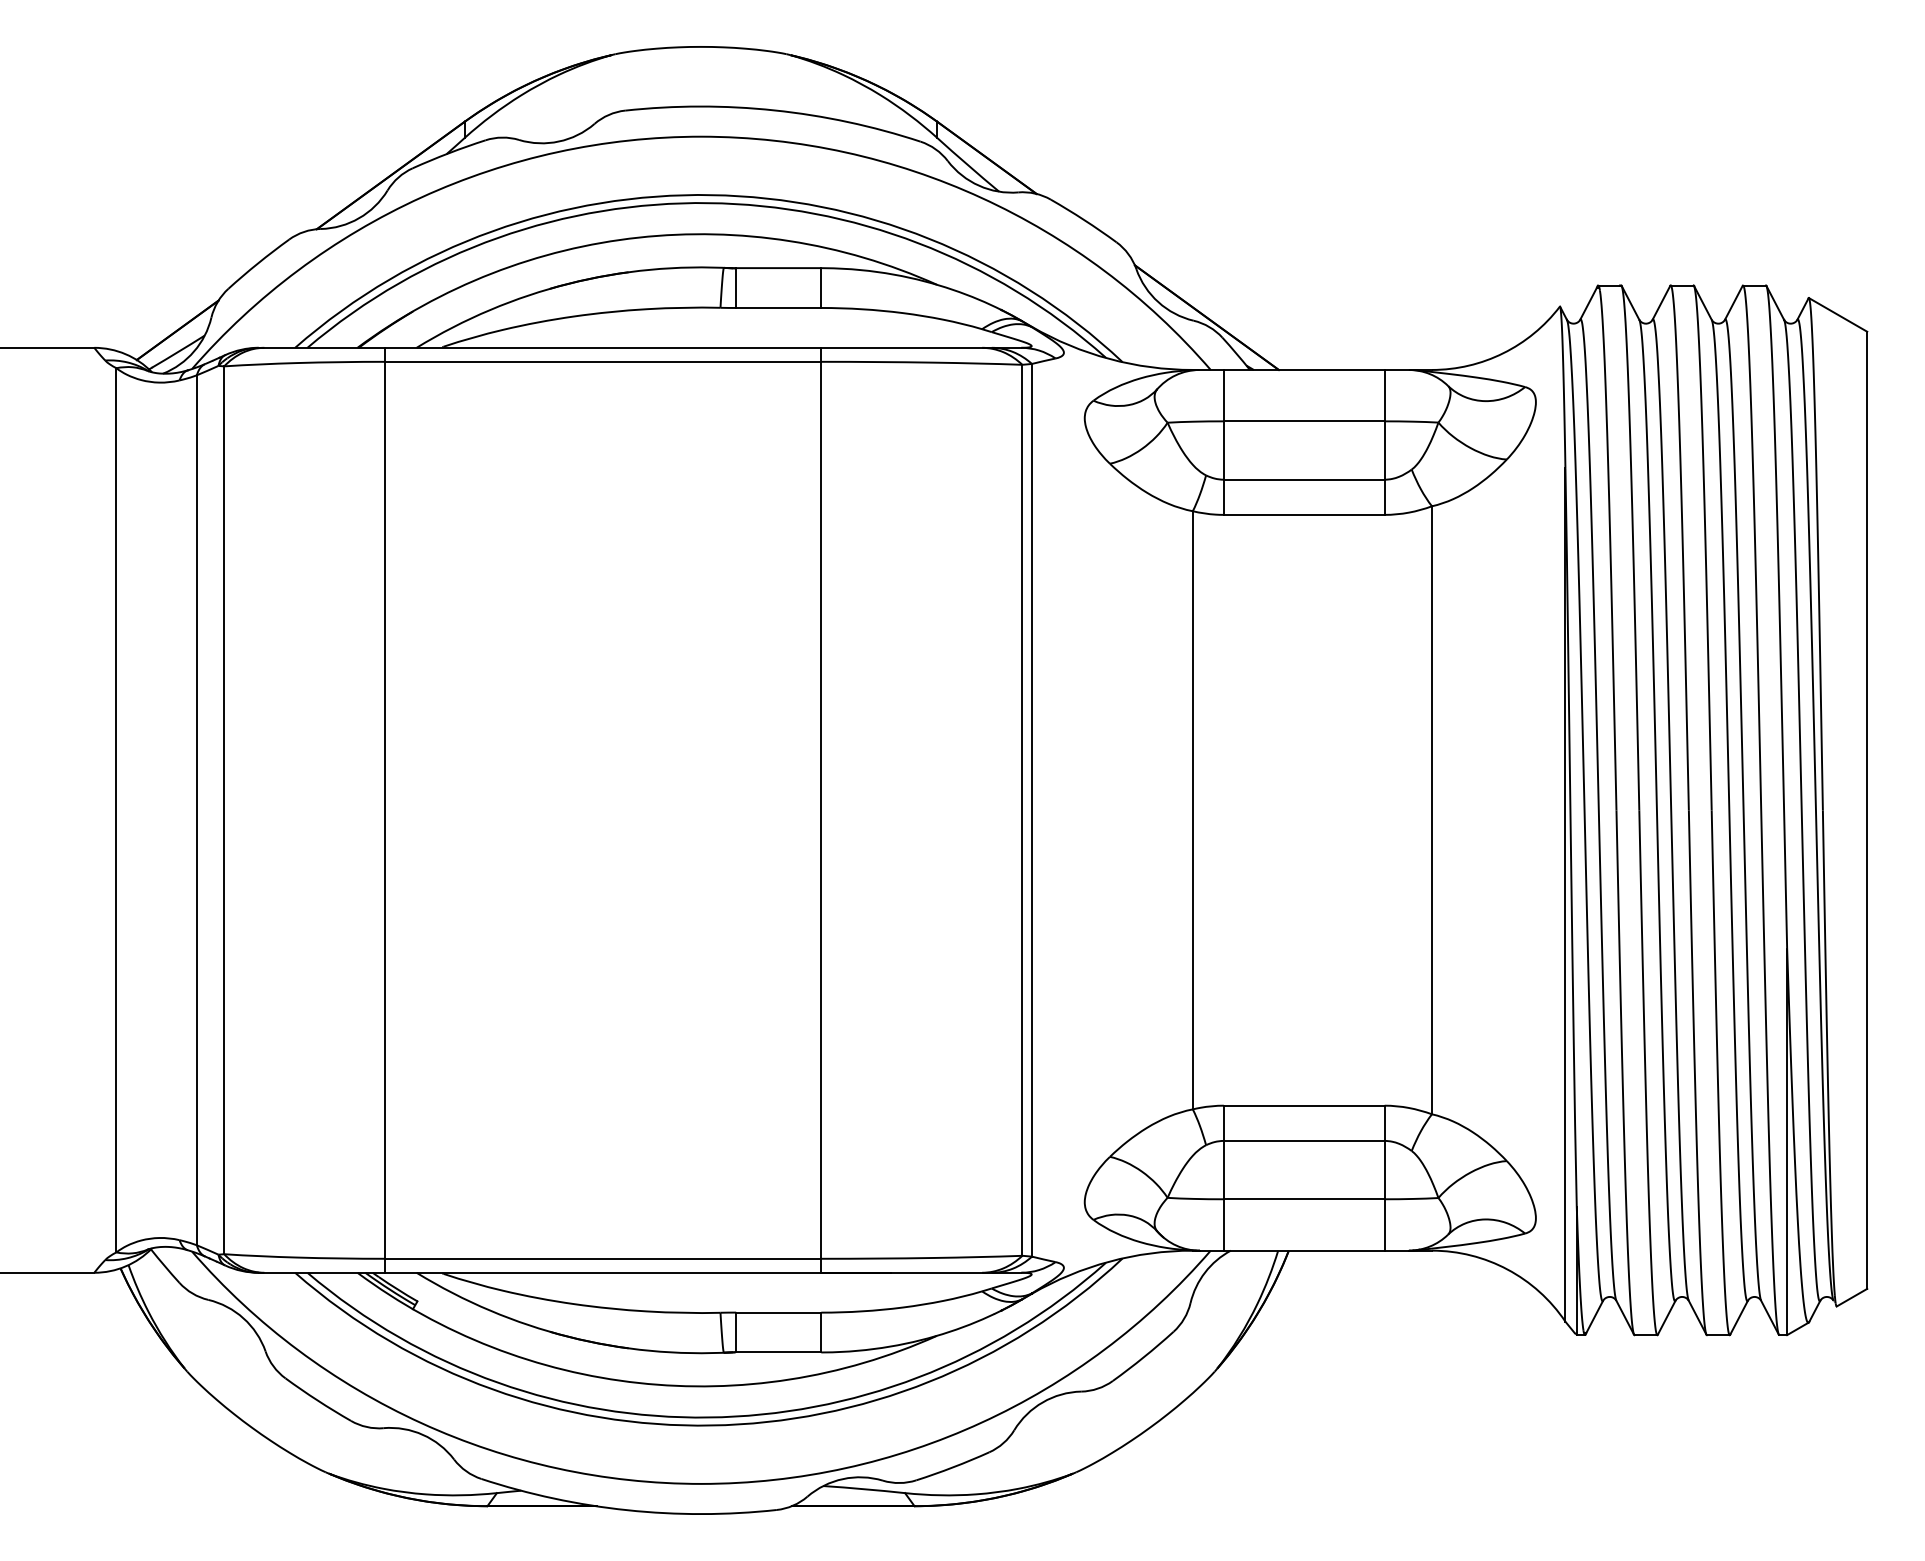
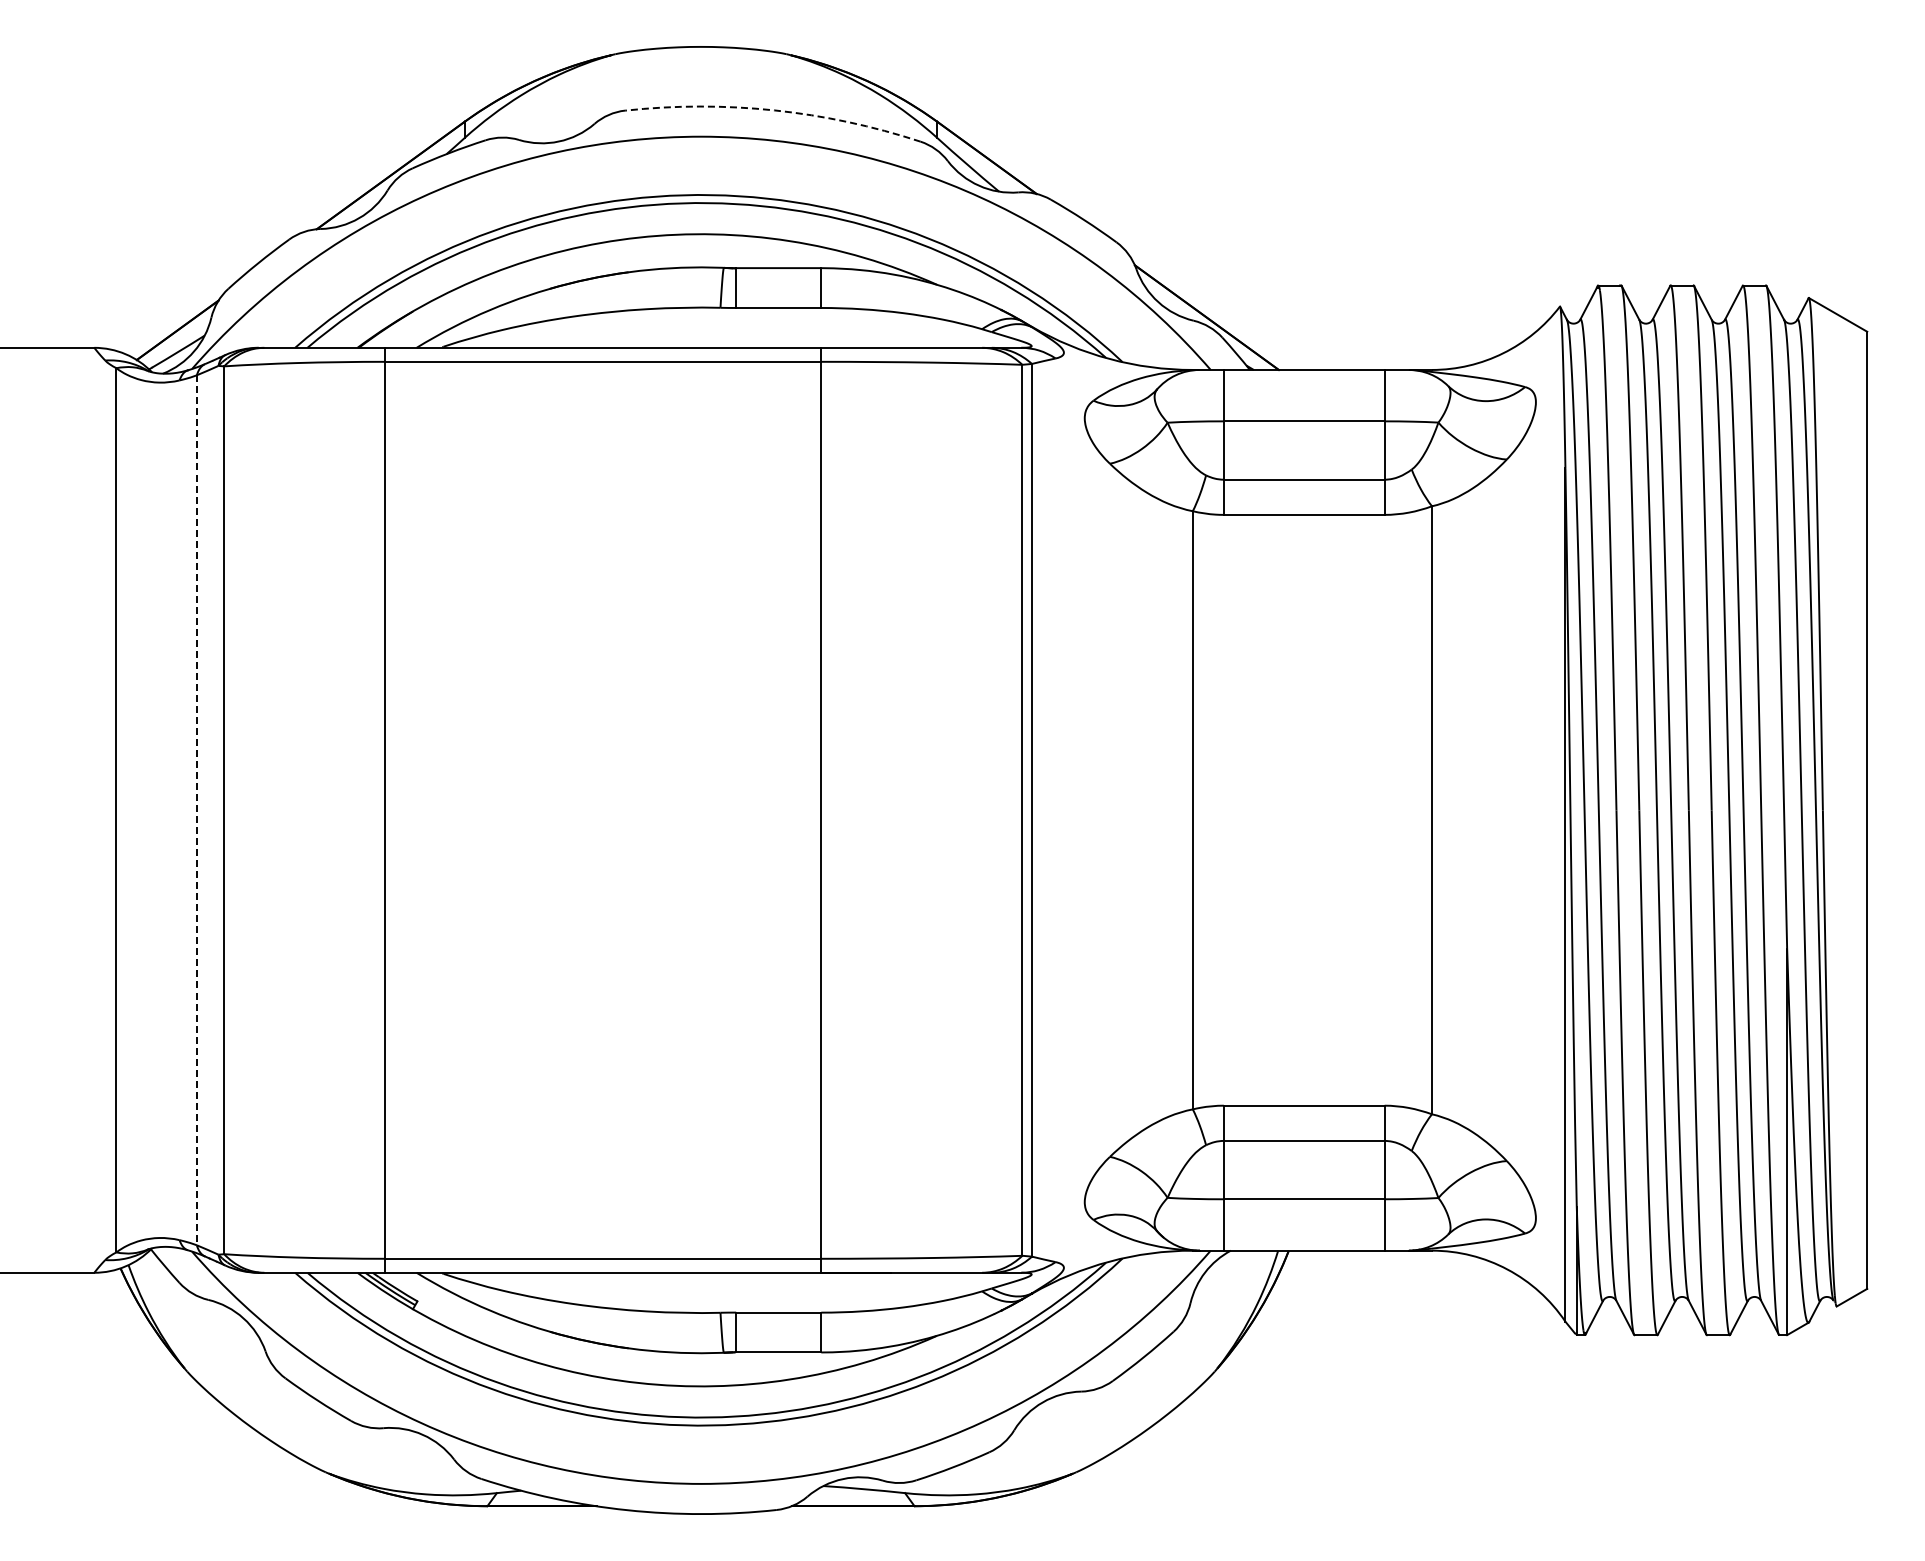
arc at (774, 110): solid -> dashed
line at (196, 810): solid -> dashed
